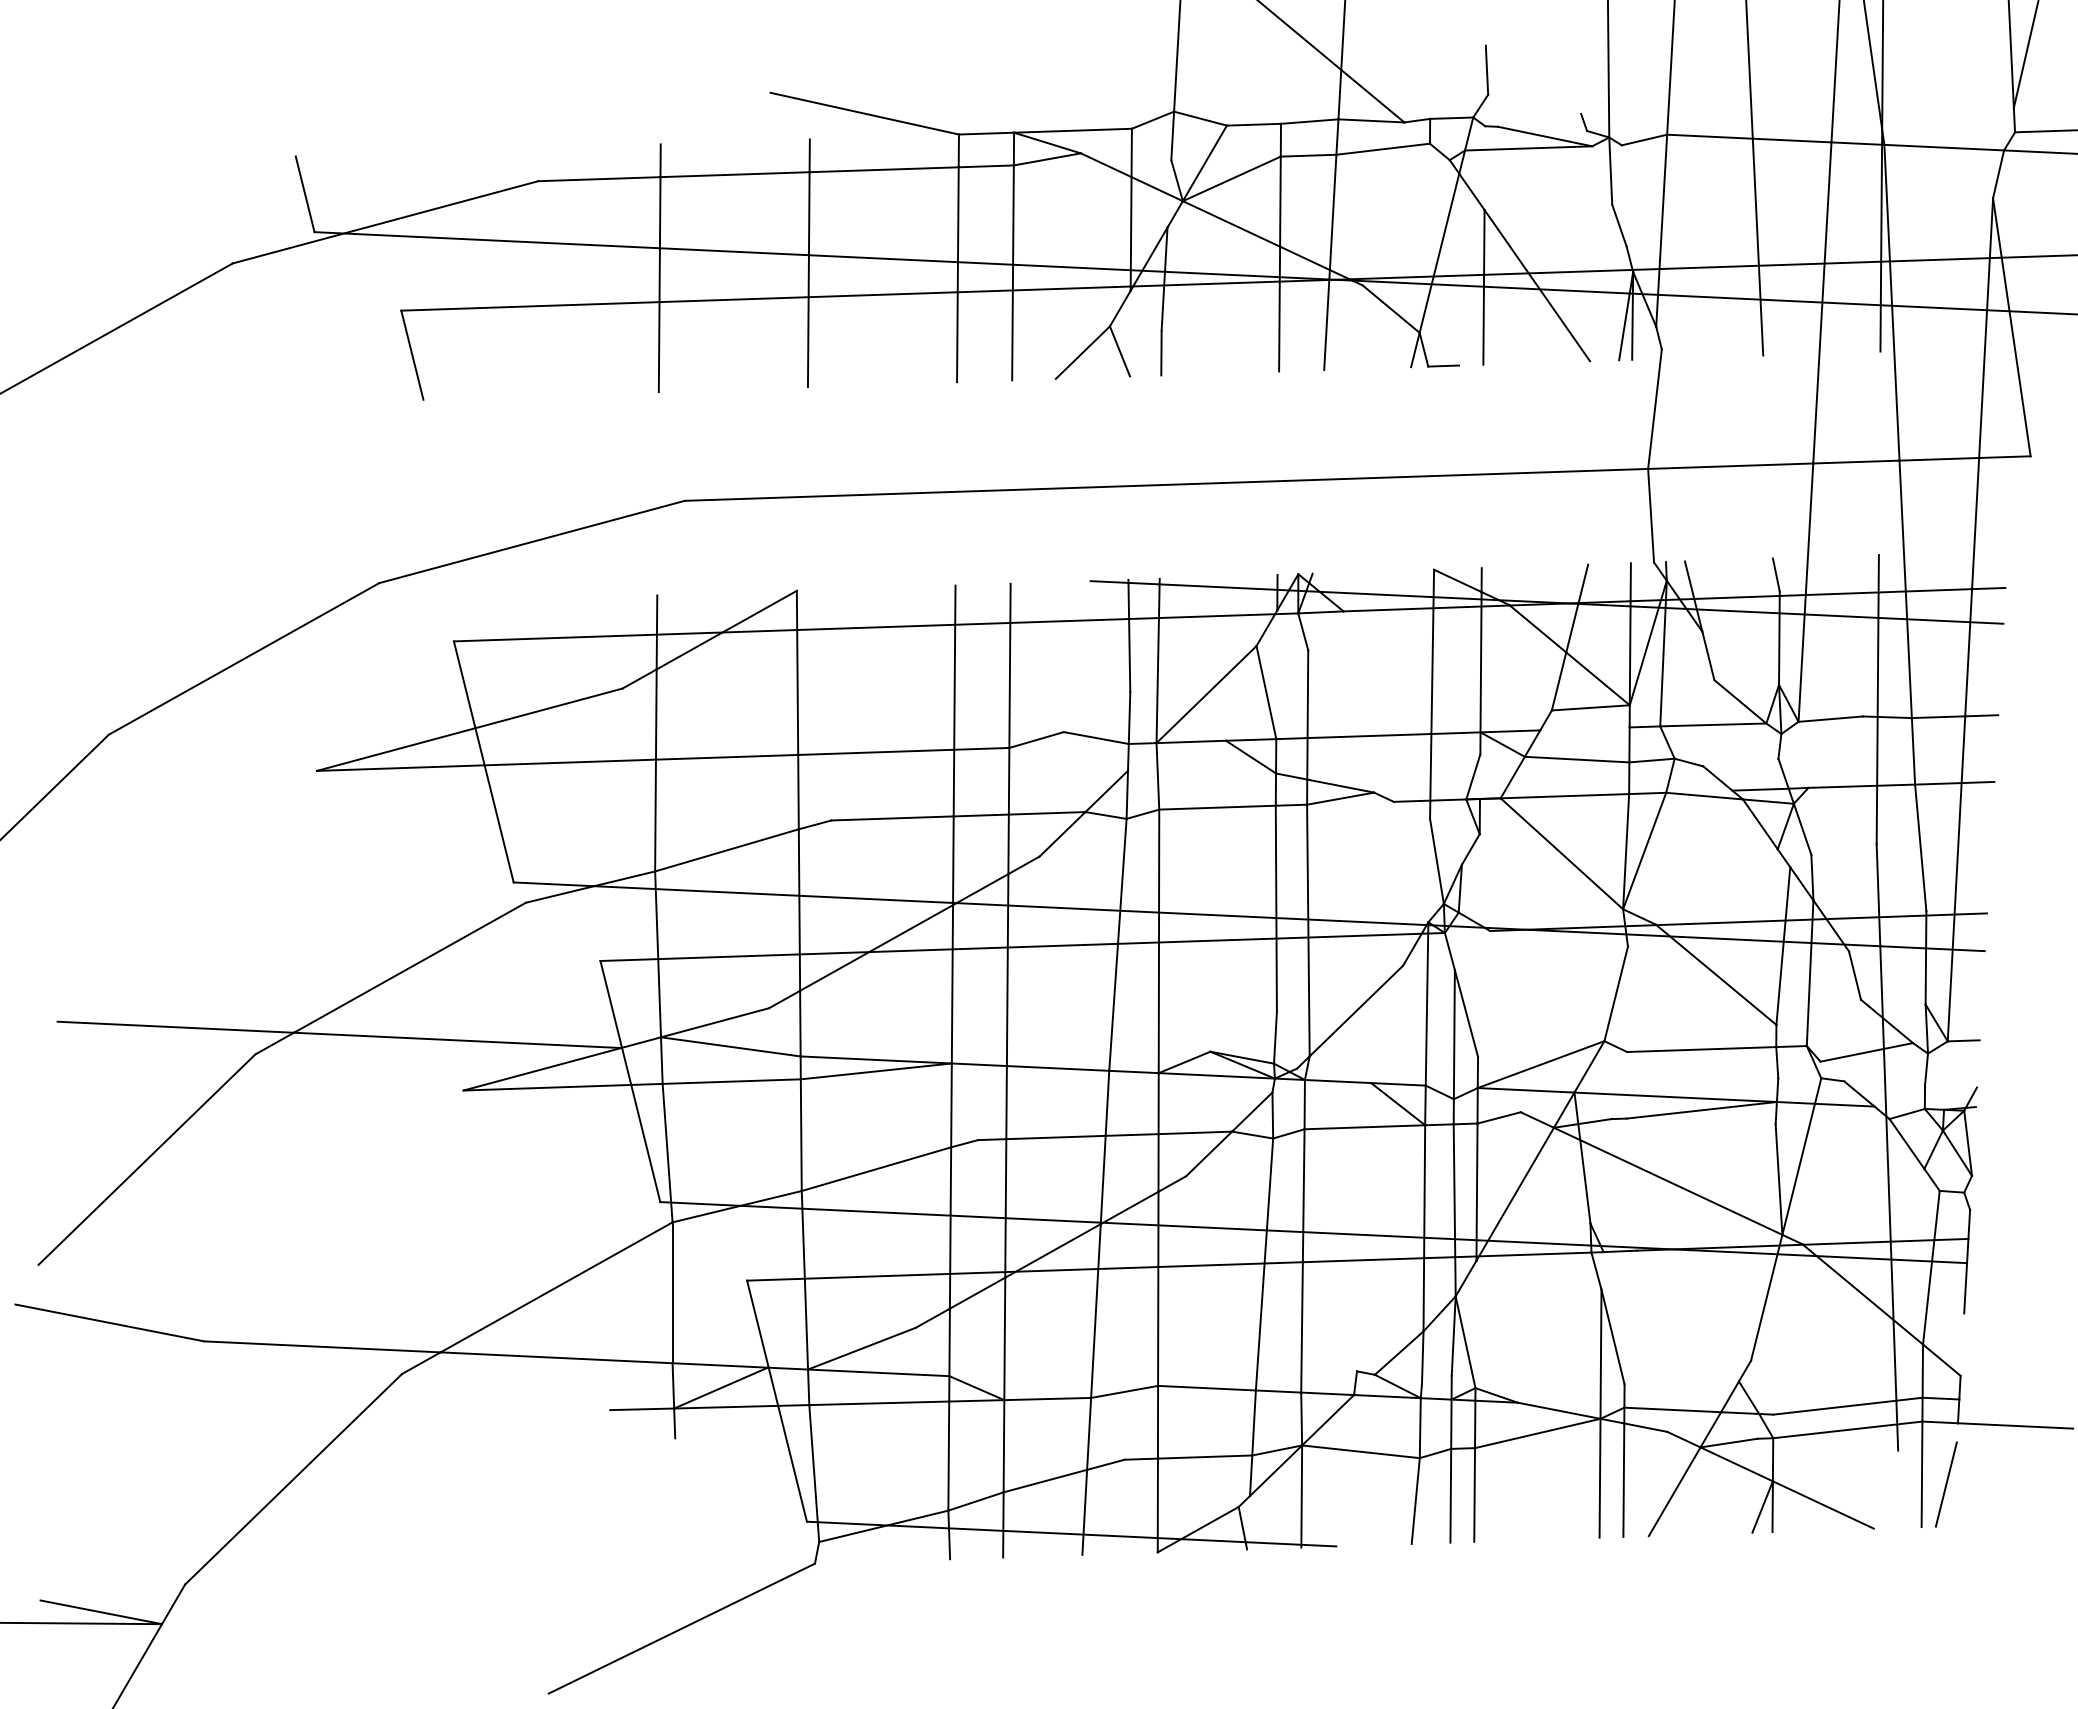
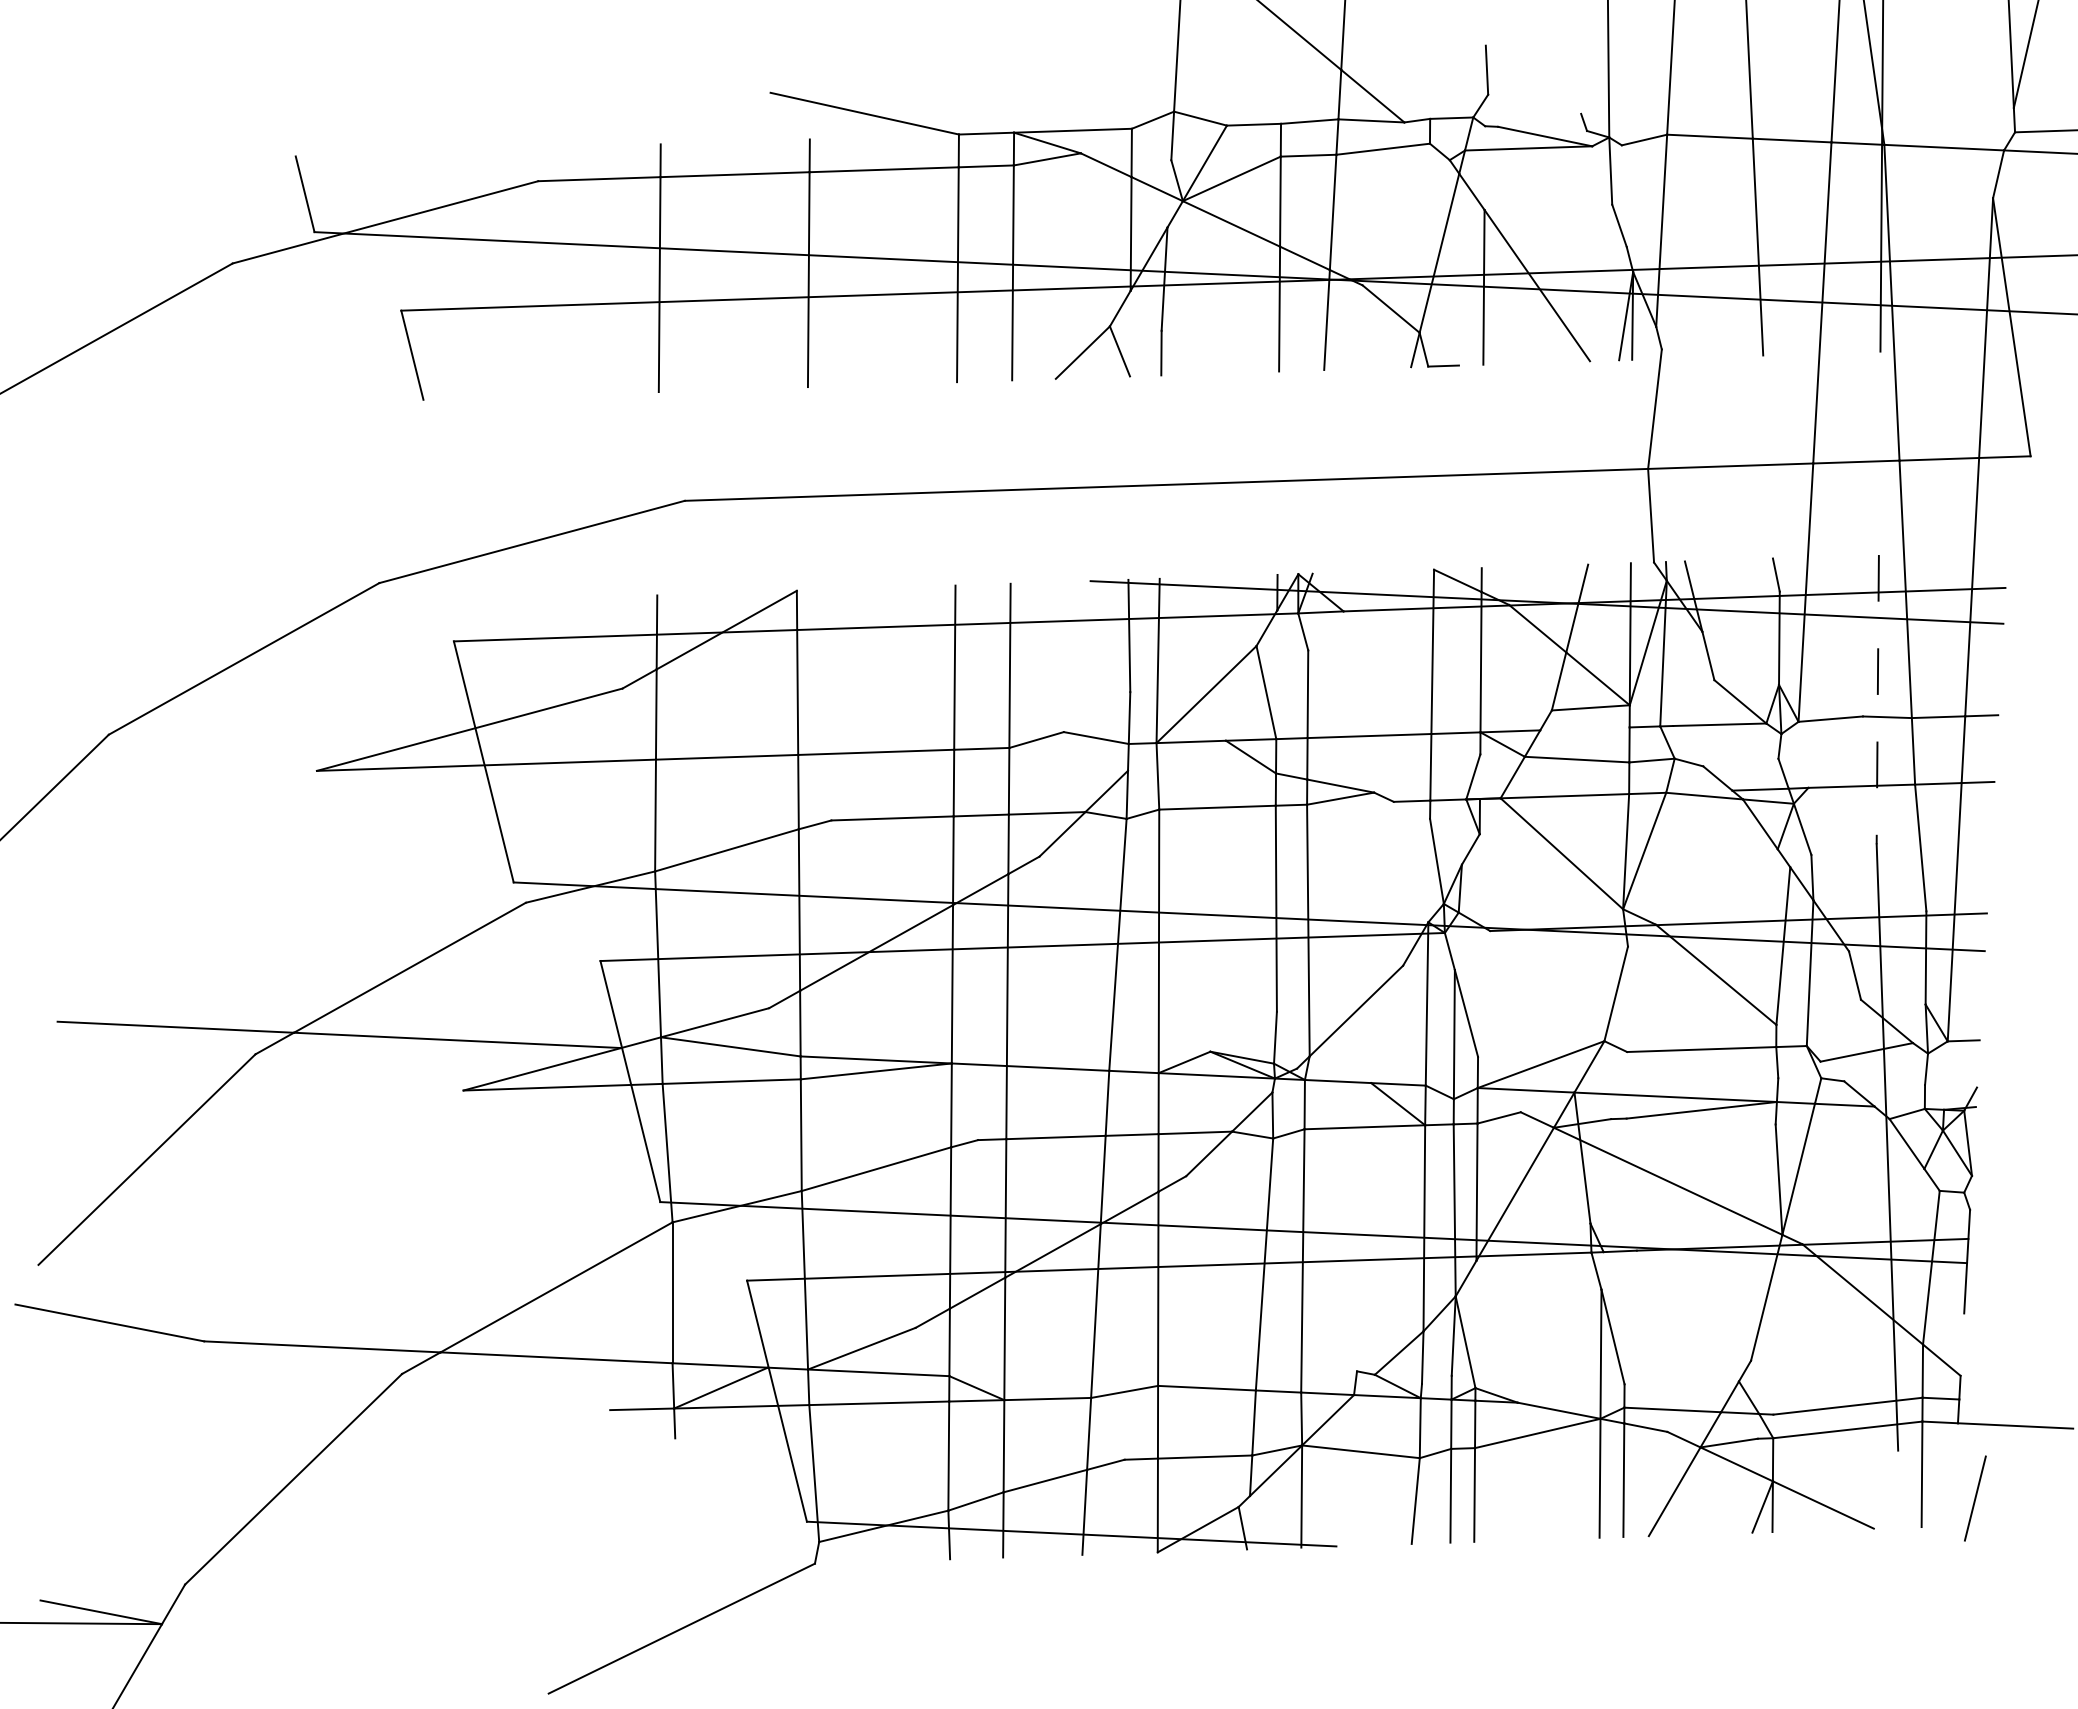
line at (1877, 699): solid -> dashed
line at (1946, 1484) position: (1946, 1484) -> (1975, 1498)
